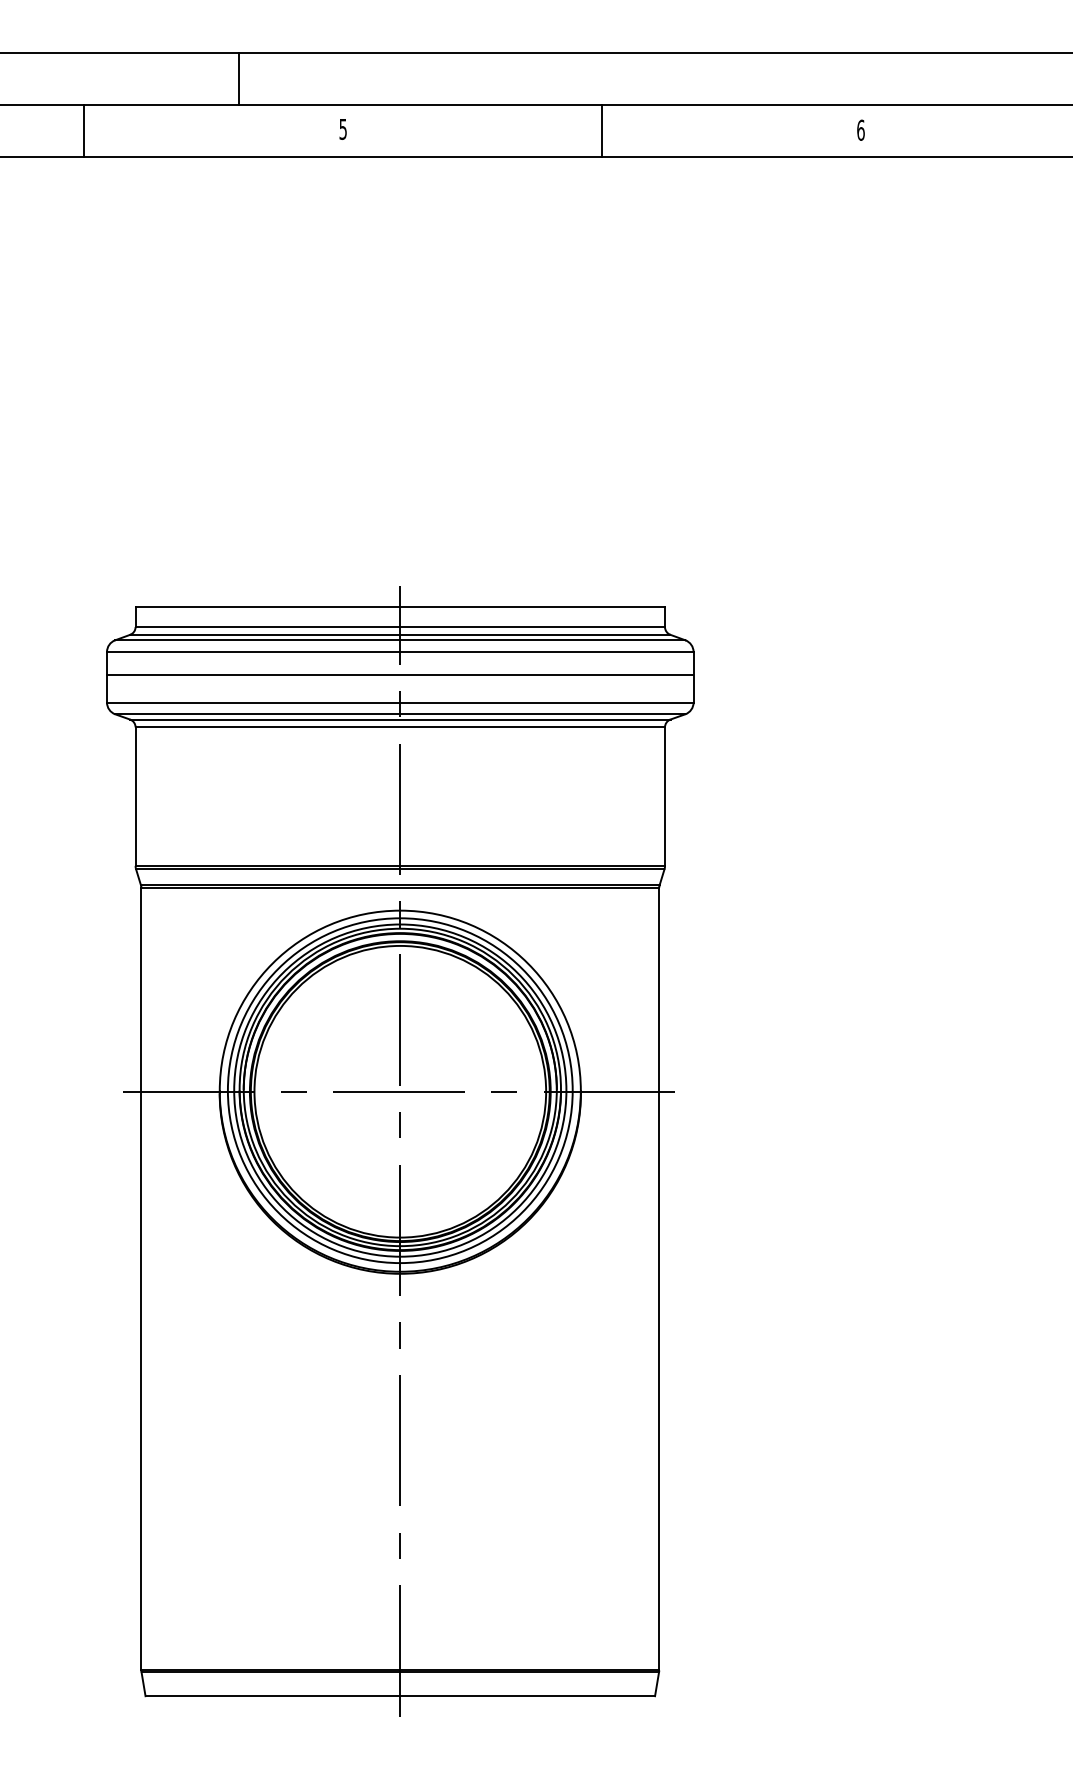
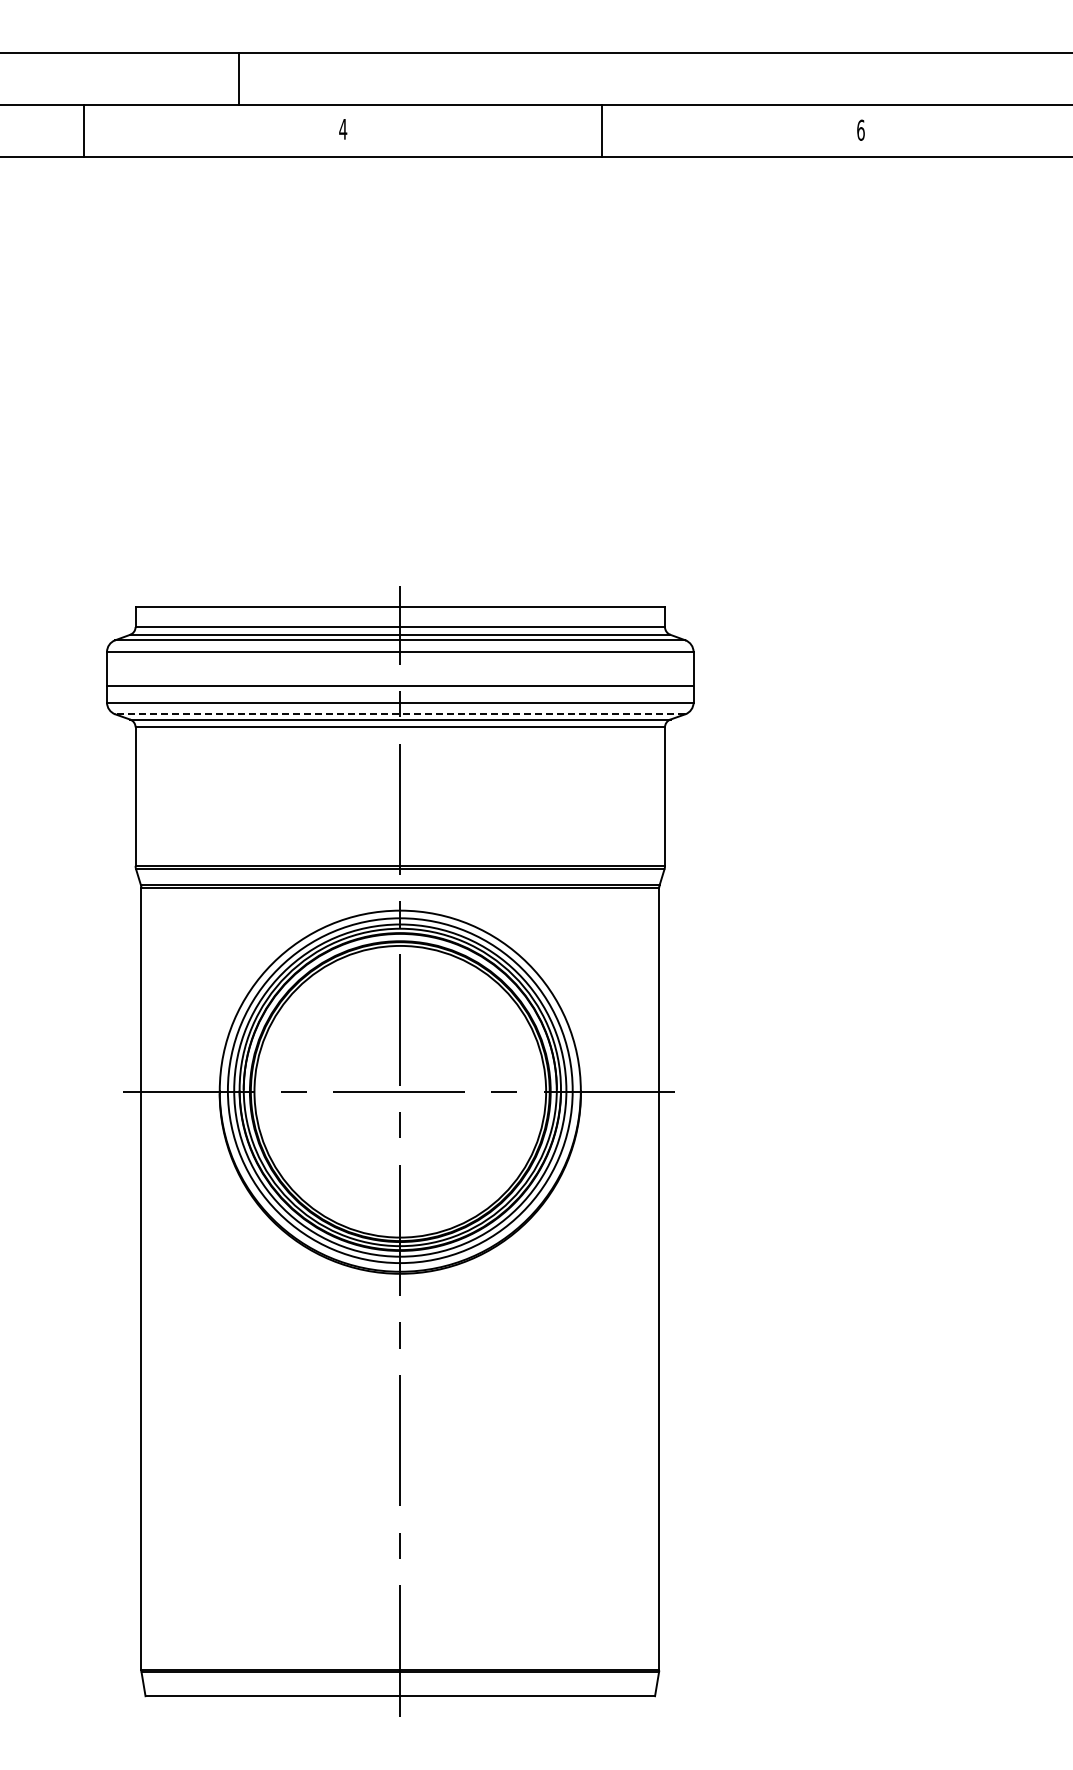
text at (343, 129): 5 -> 4
line at (400, 674) position: (400, 674) -> (400, 685)
line at (399, 714): solid -> dashed
